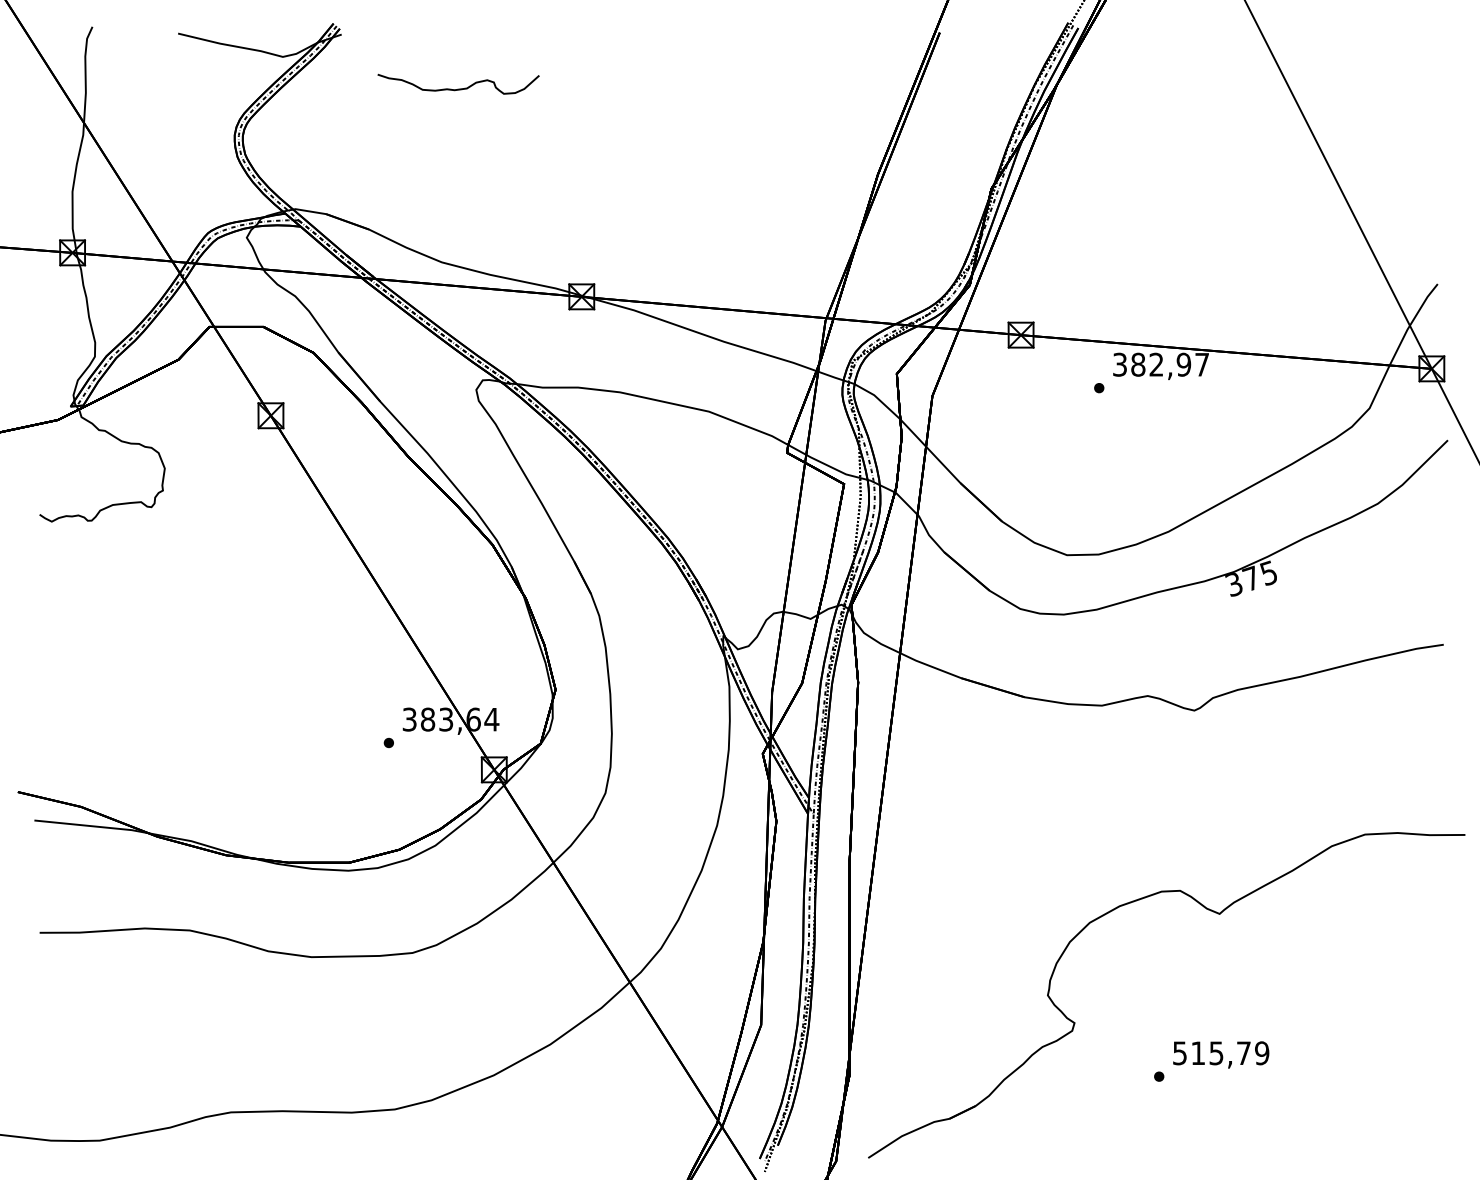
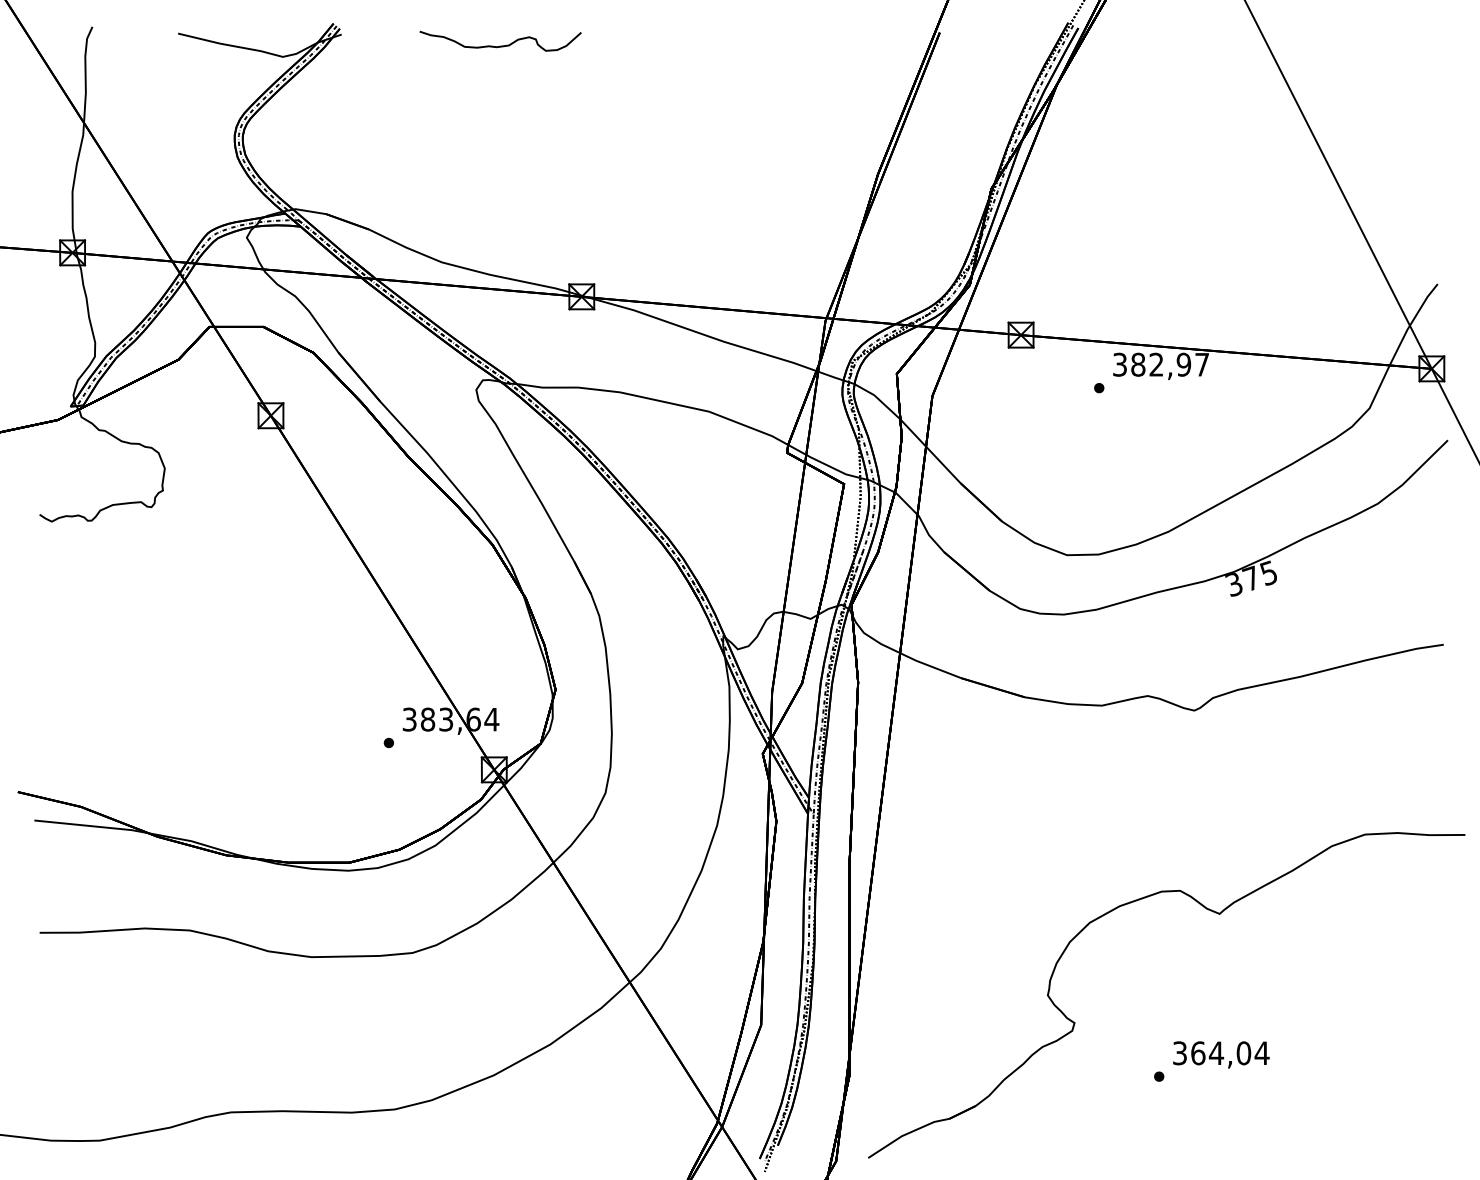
curve at (458, 88) position: (458, 88) -> (500, 45)
text at (1221, 1053): 515,79 -> 364,04
